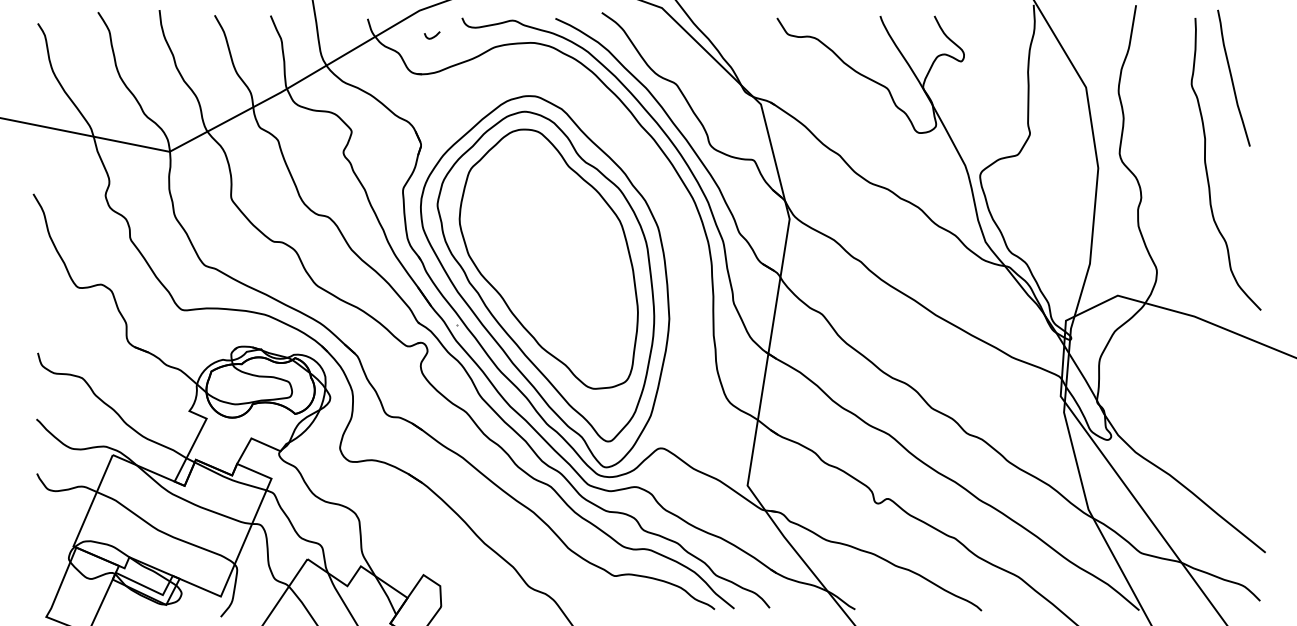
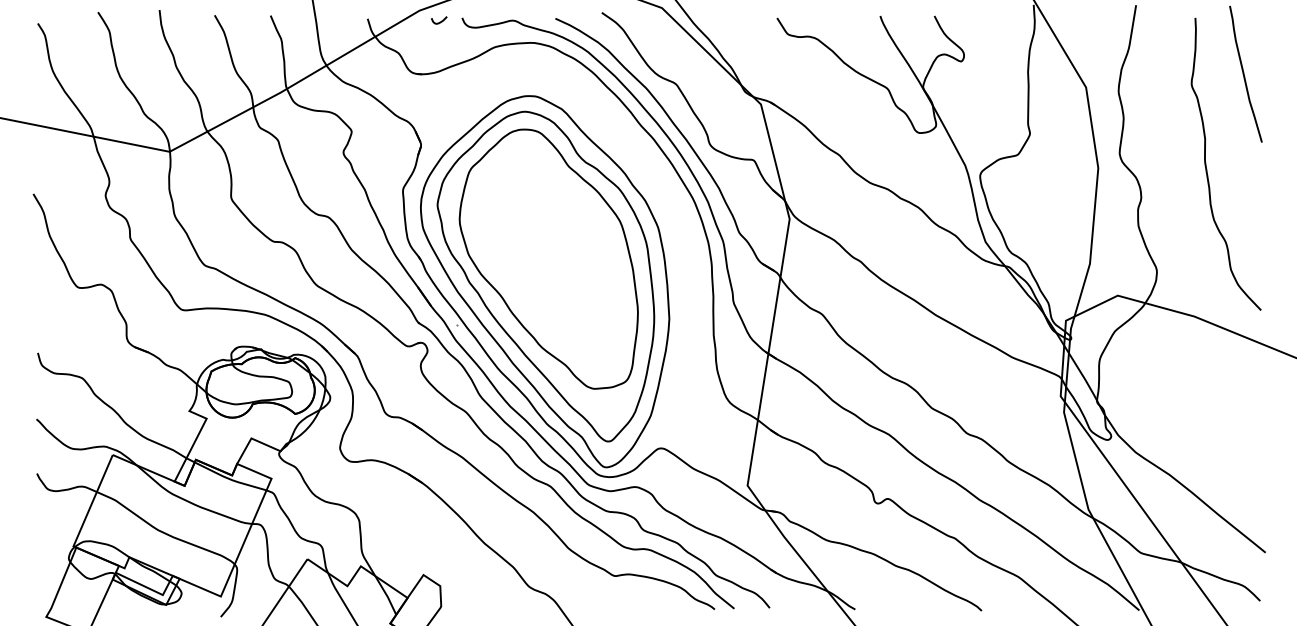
curve at (432, 36) position: (432, 36) -> (439, 21)
curve at (1232, 77) position: (1232, 77) -> (1244, 73)
